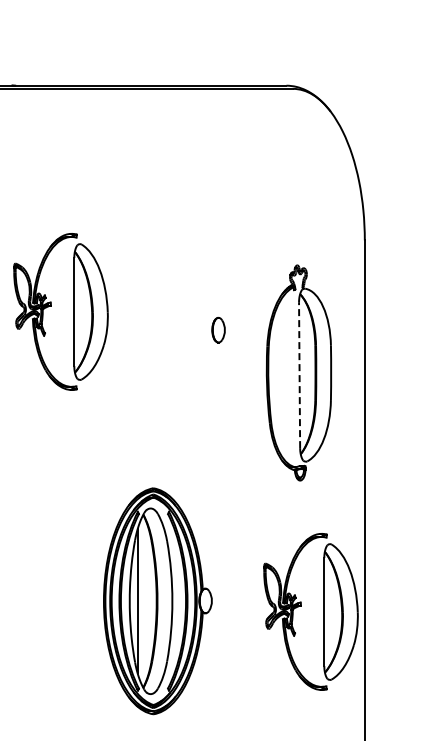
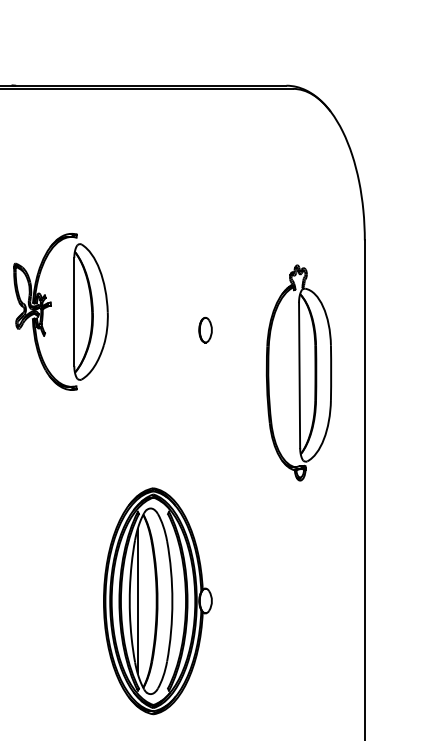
part at (218, 330) position: (218, 330) -> (205, 330)
line at (299, 375): dashed -> solid
part at (301, 606): present -> none
